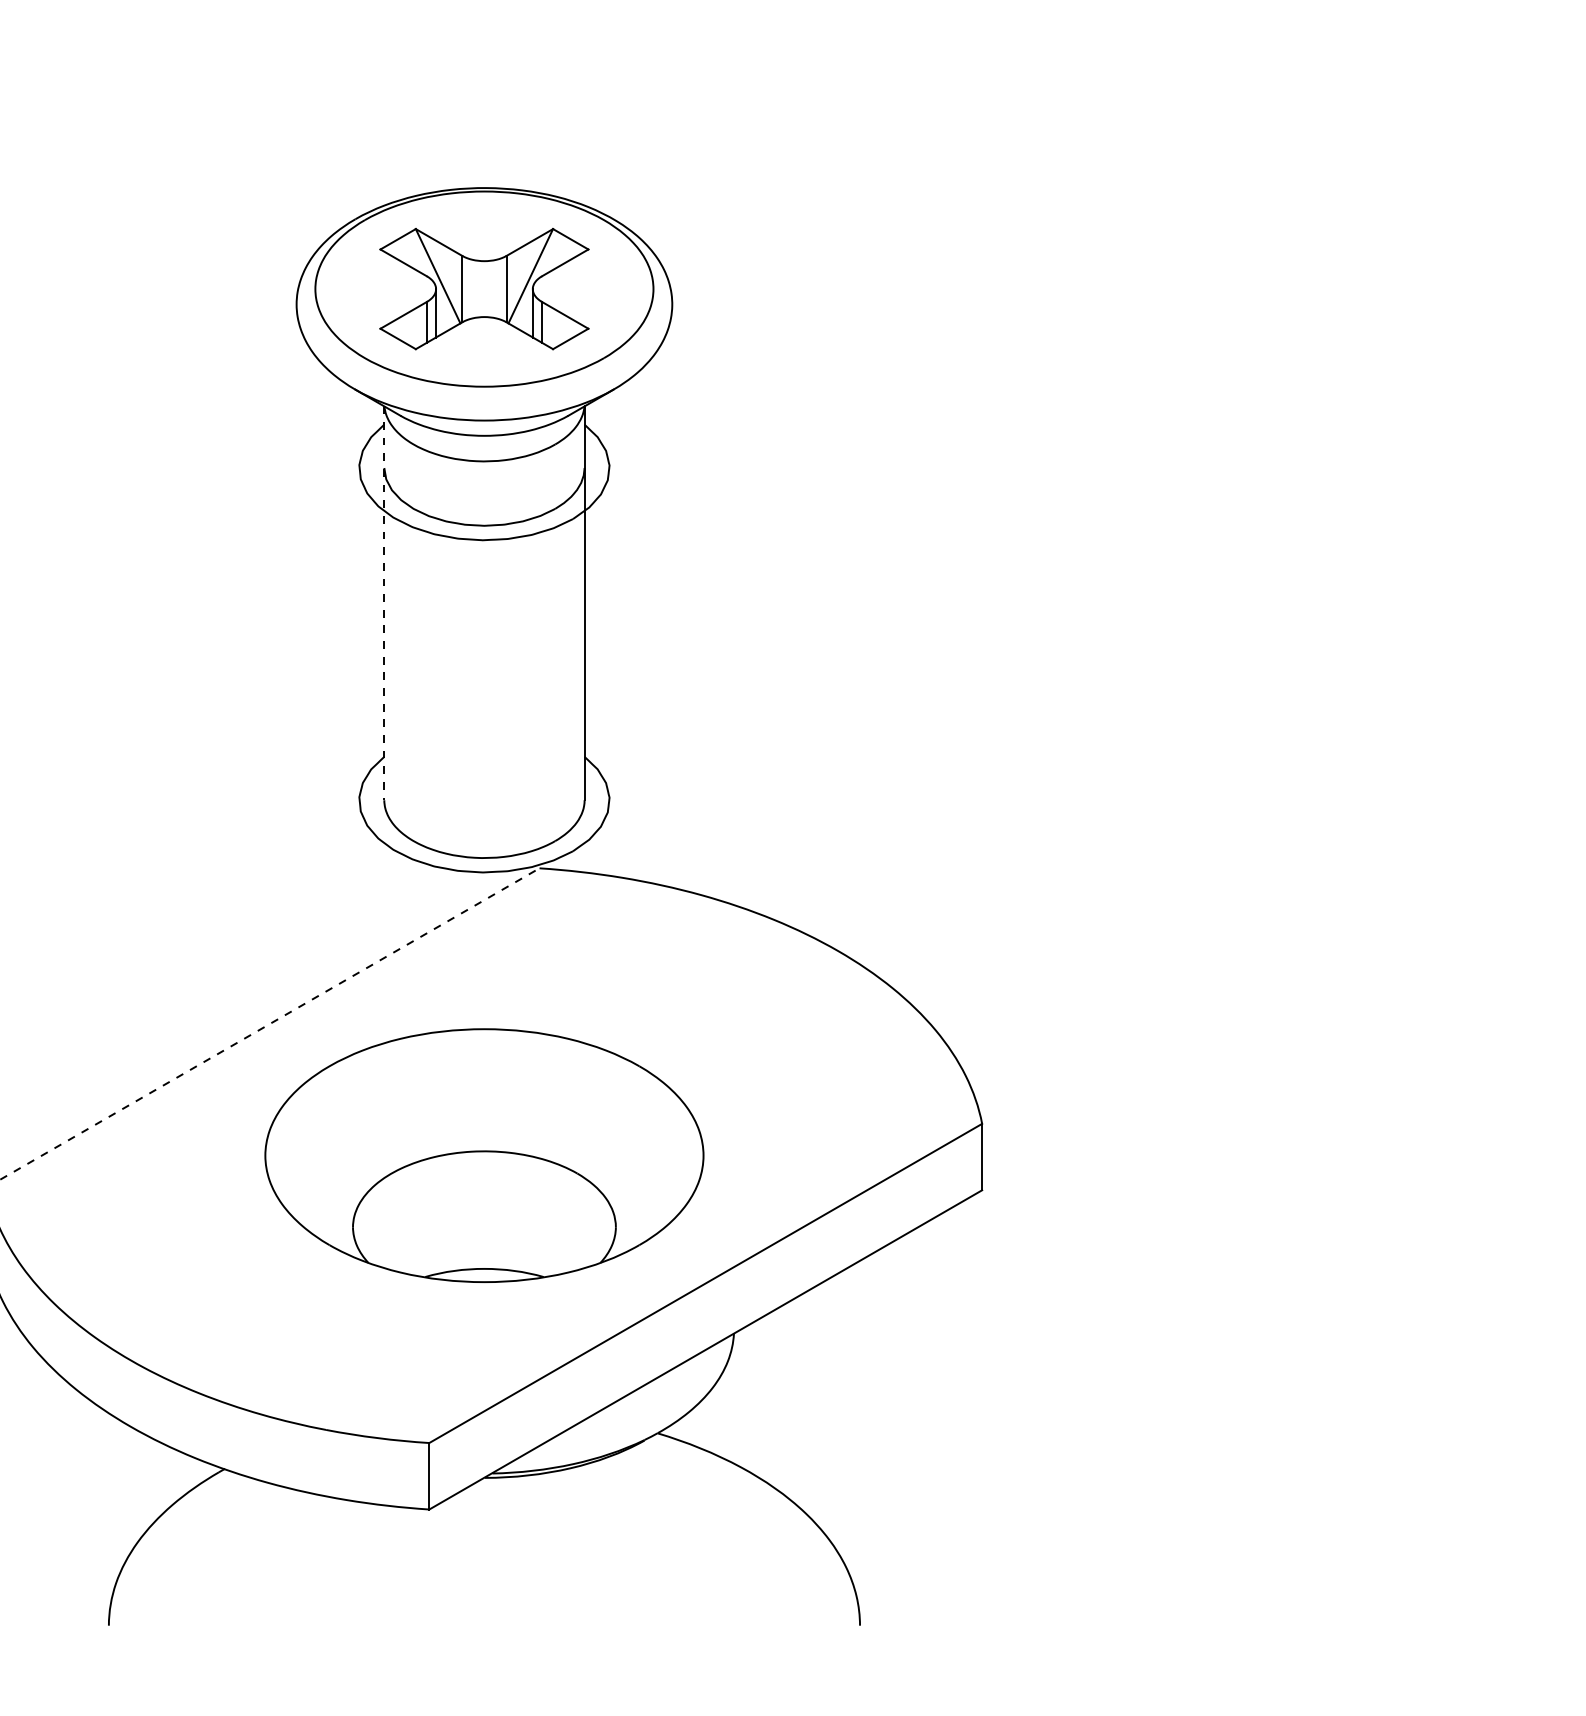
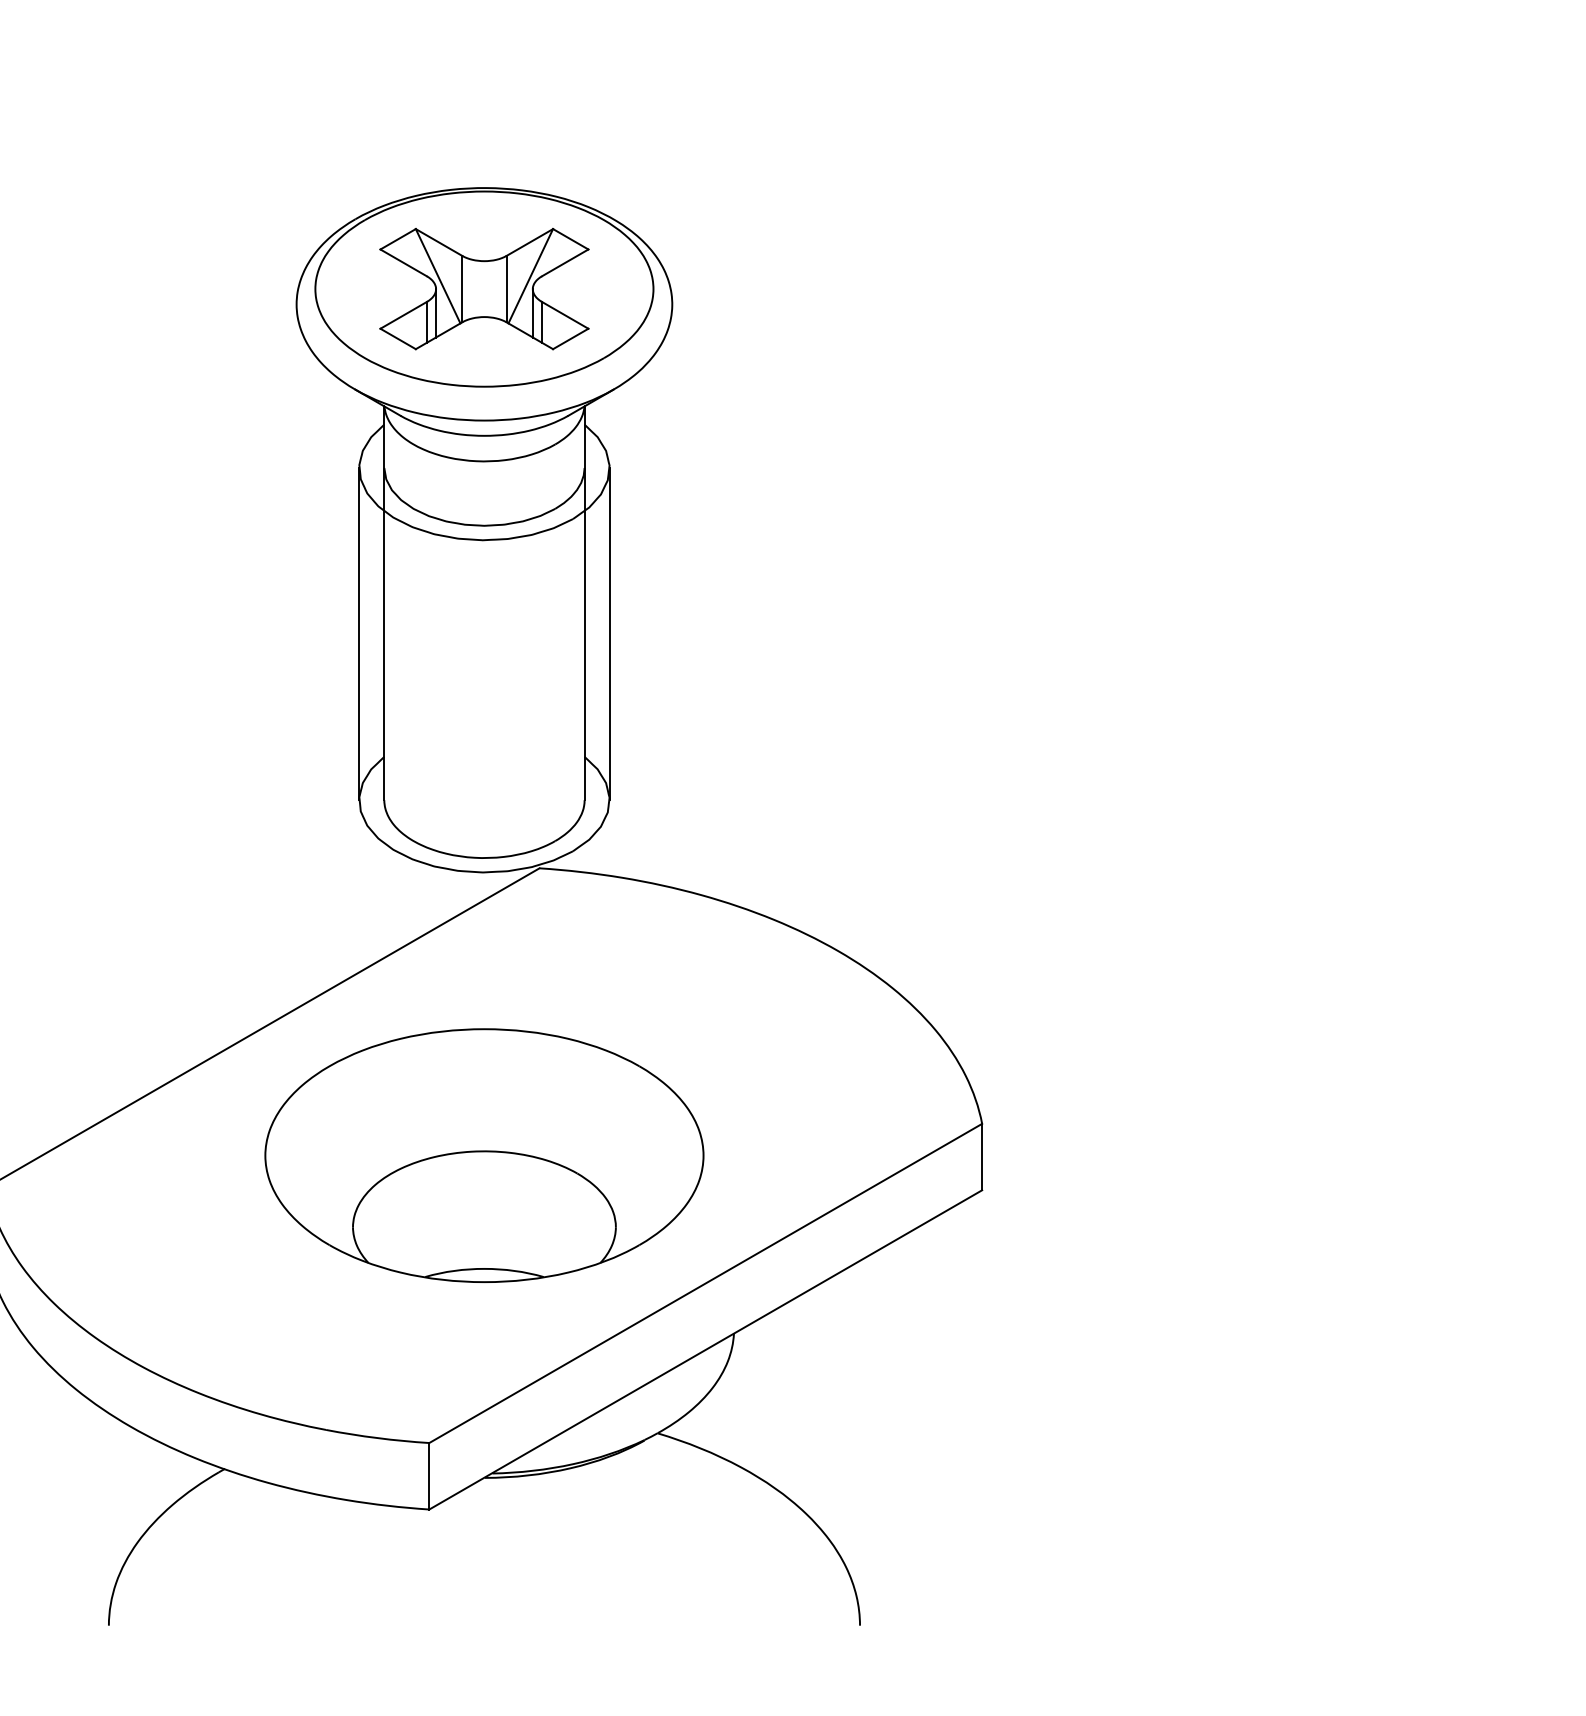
line at (384, 603): dashed -> solid
line at (359, 634): none -> present
line at (609, 634): none -> present
line at (270, 1023): dashed -> solid
